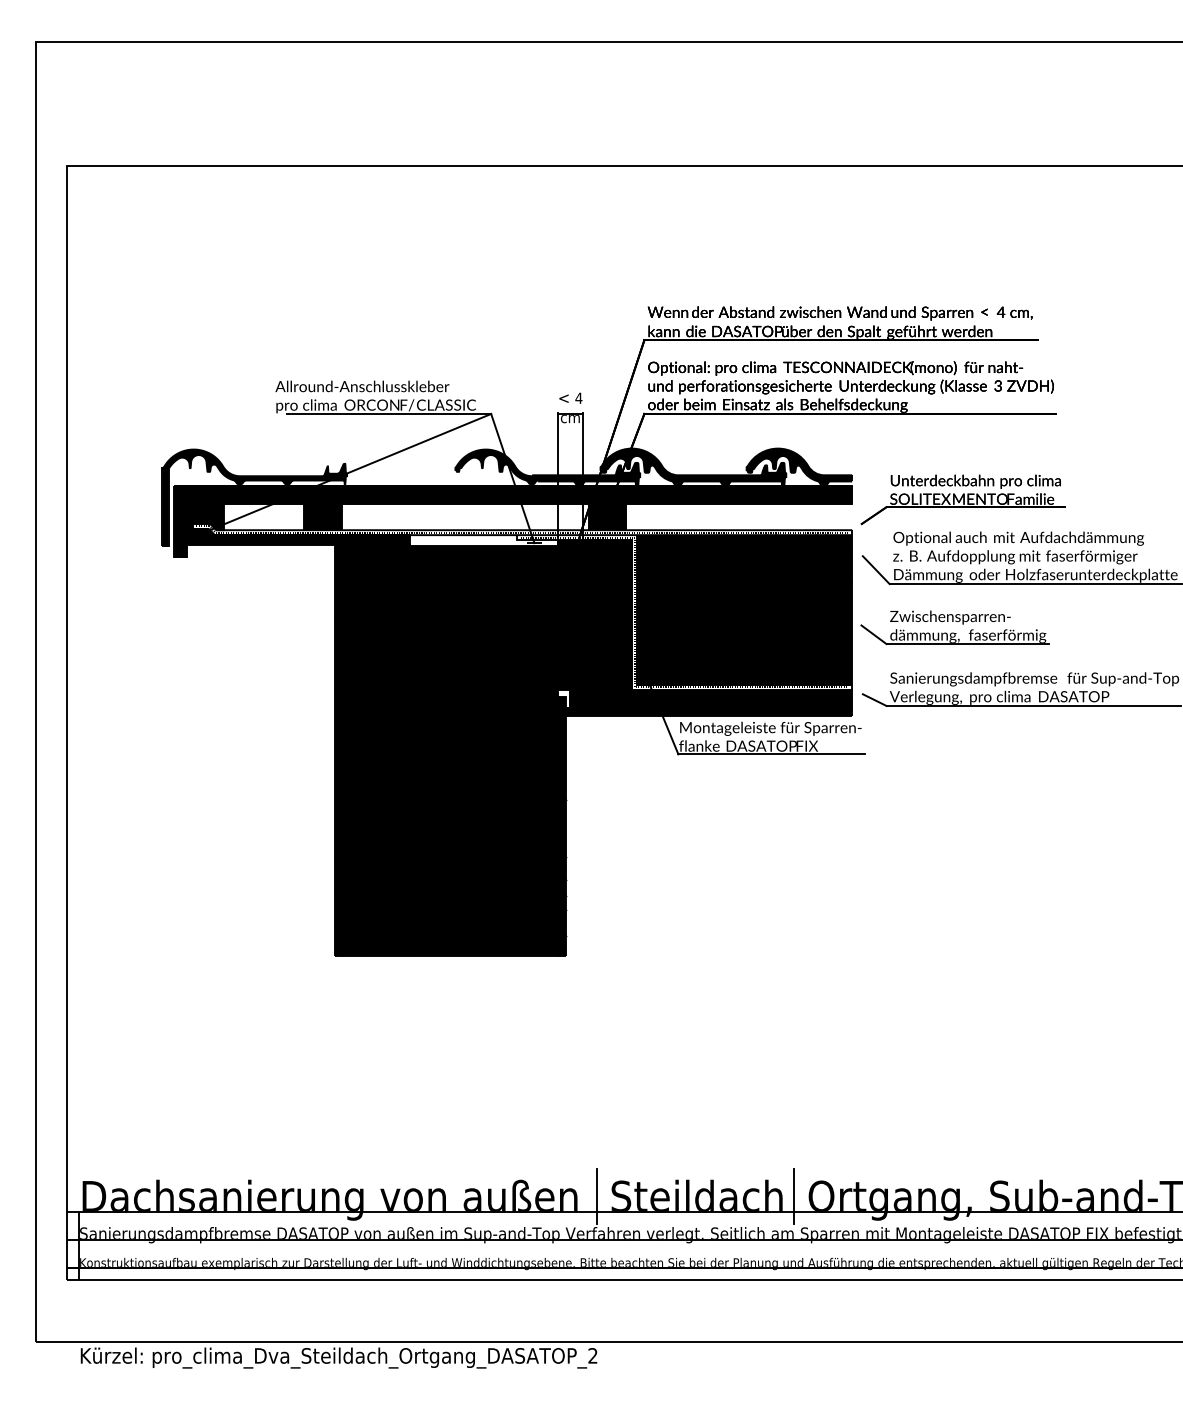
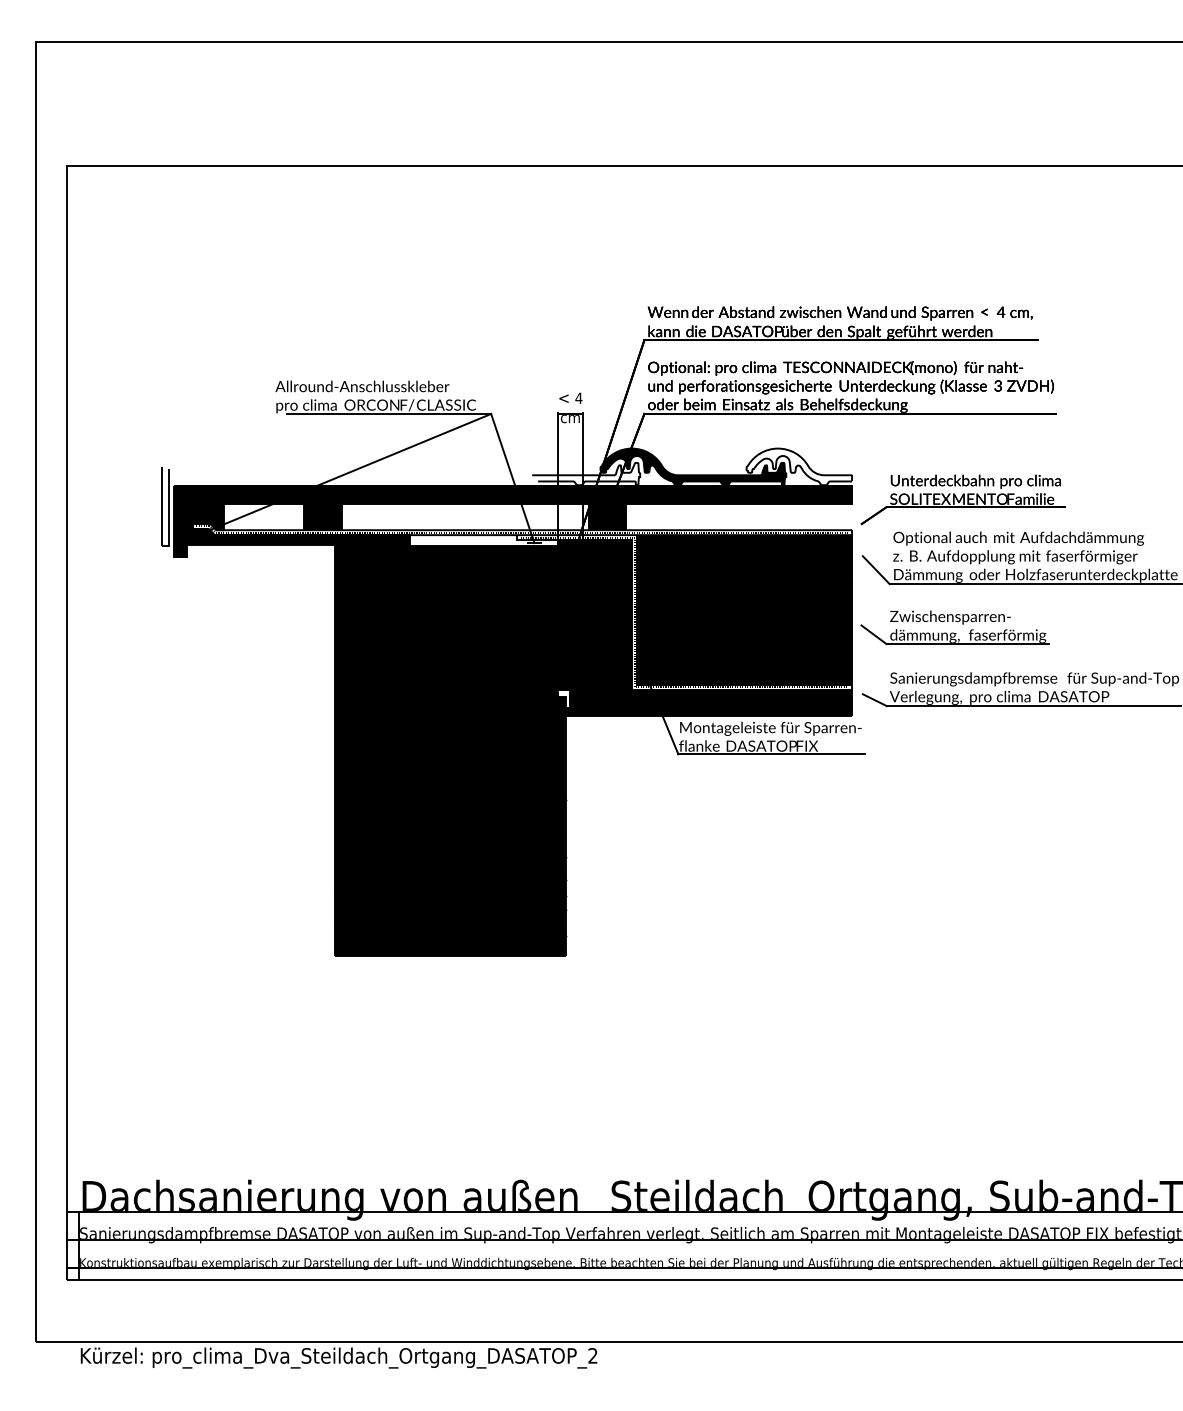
fill at (547, 466): present -> none
fill at (799, 466): present -> none
fill at (255, 497): present -> none
line at (596, 1196): present -> none
line at (794, 1196): present -> none
